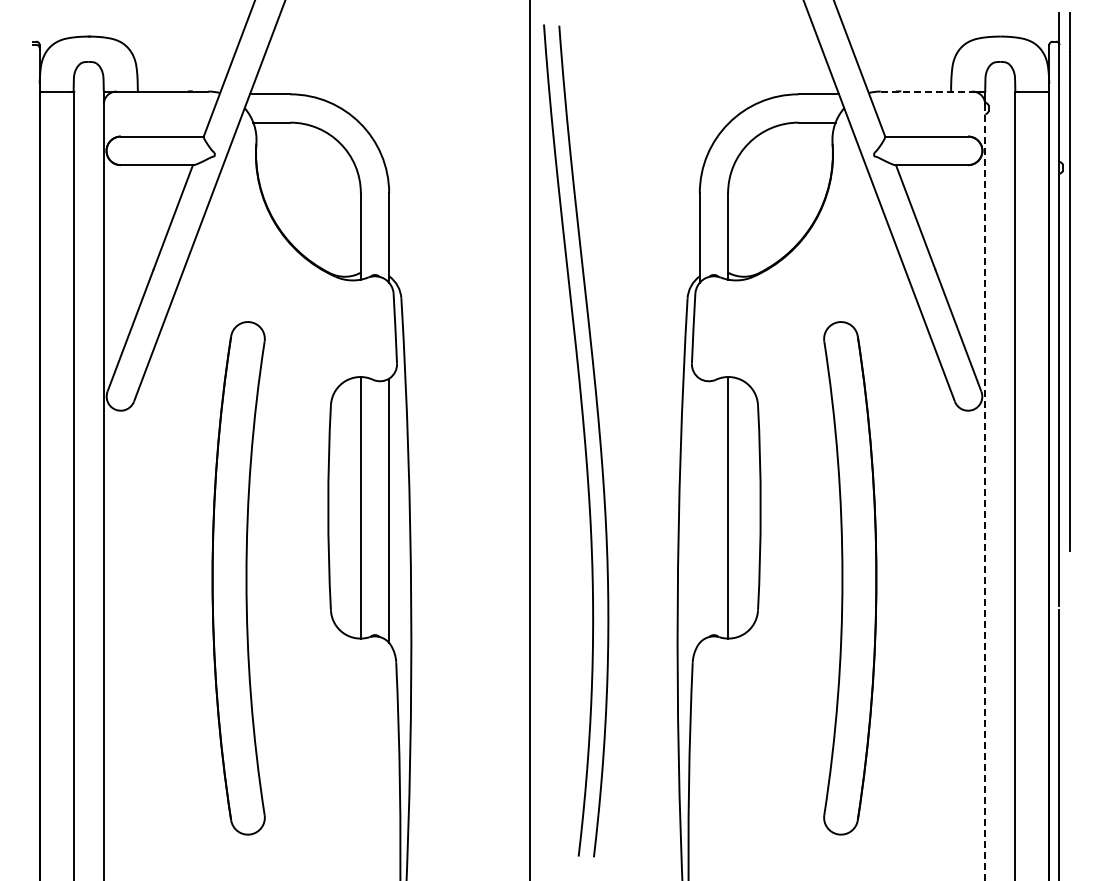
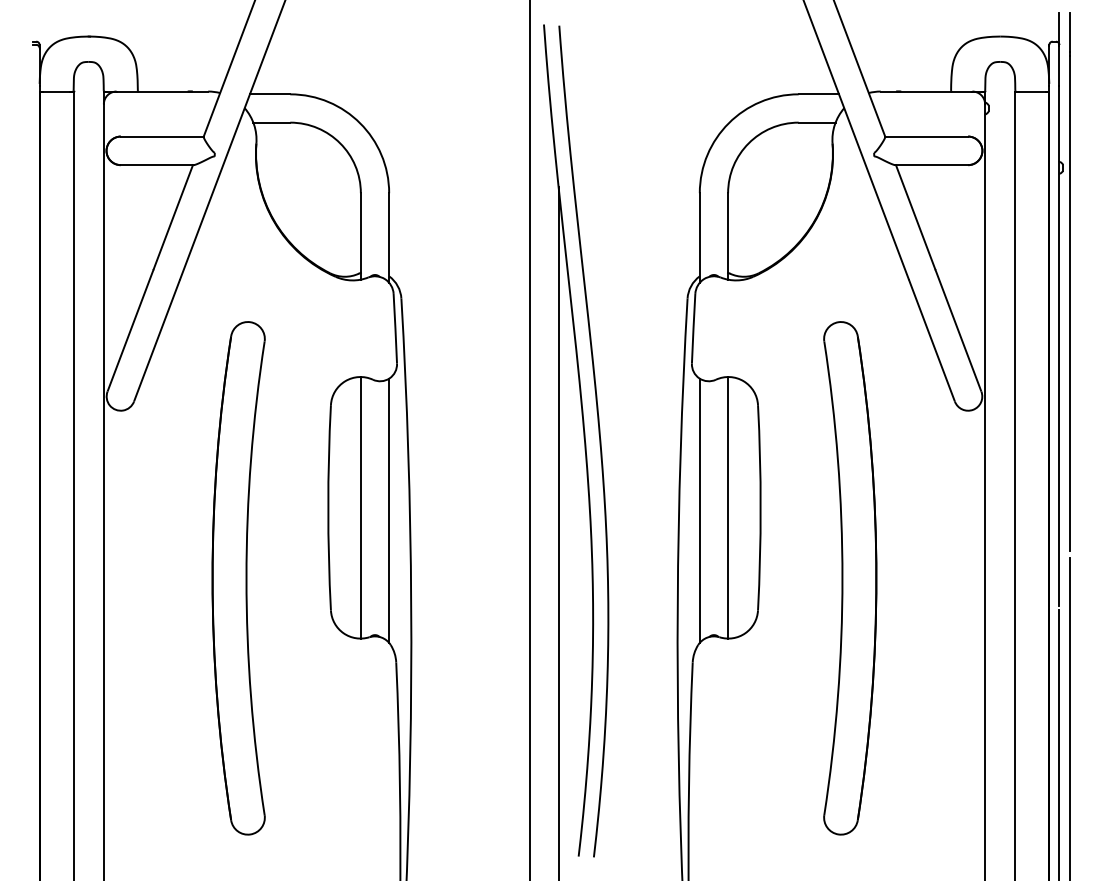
line at (926, 91): dashed -> solid
line at (985, 493): dashed -> solid
line at (699, 510): none -> present
line at (558, 531): none -> present
line at (1069, 717): none -> present
